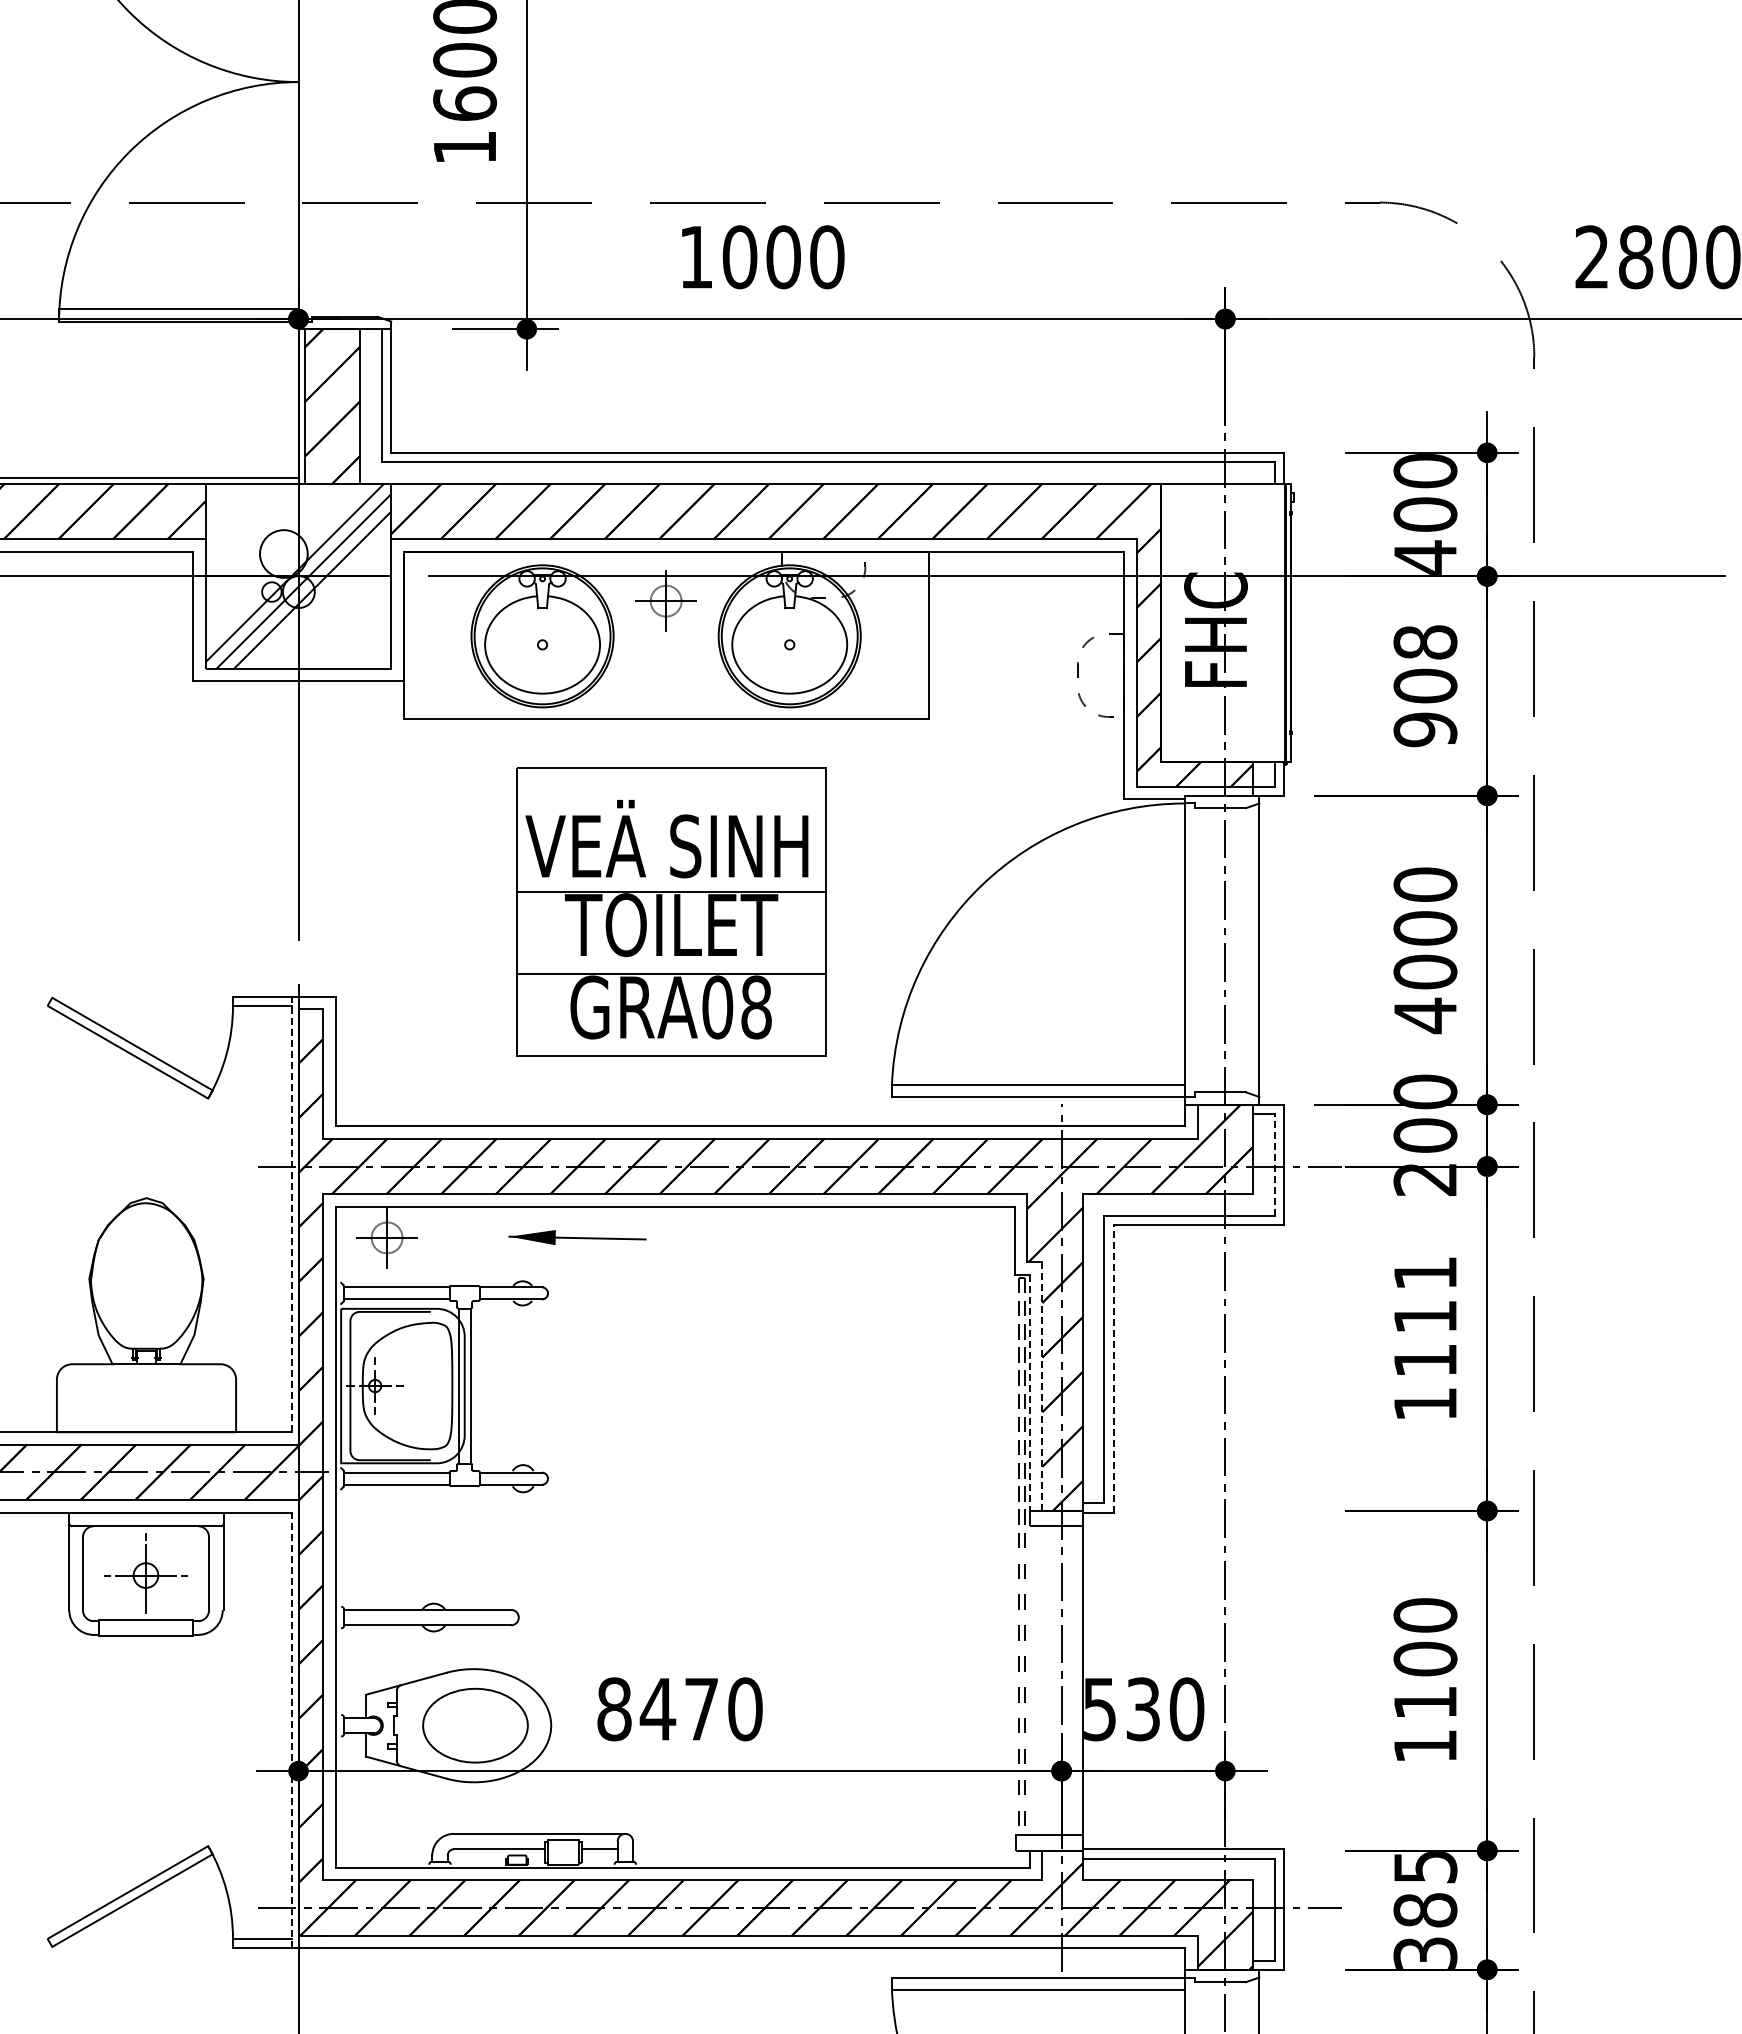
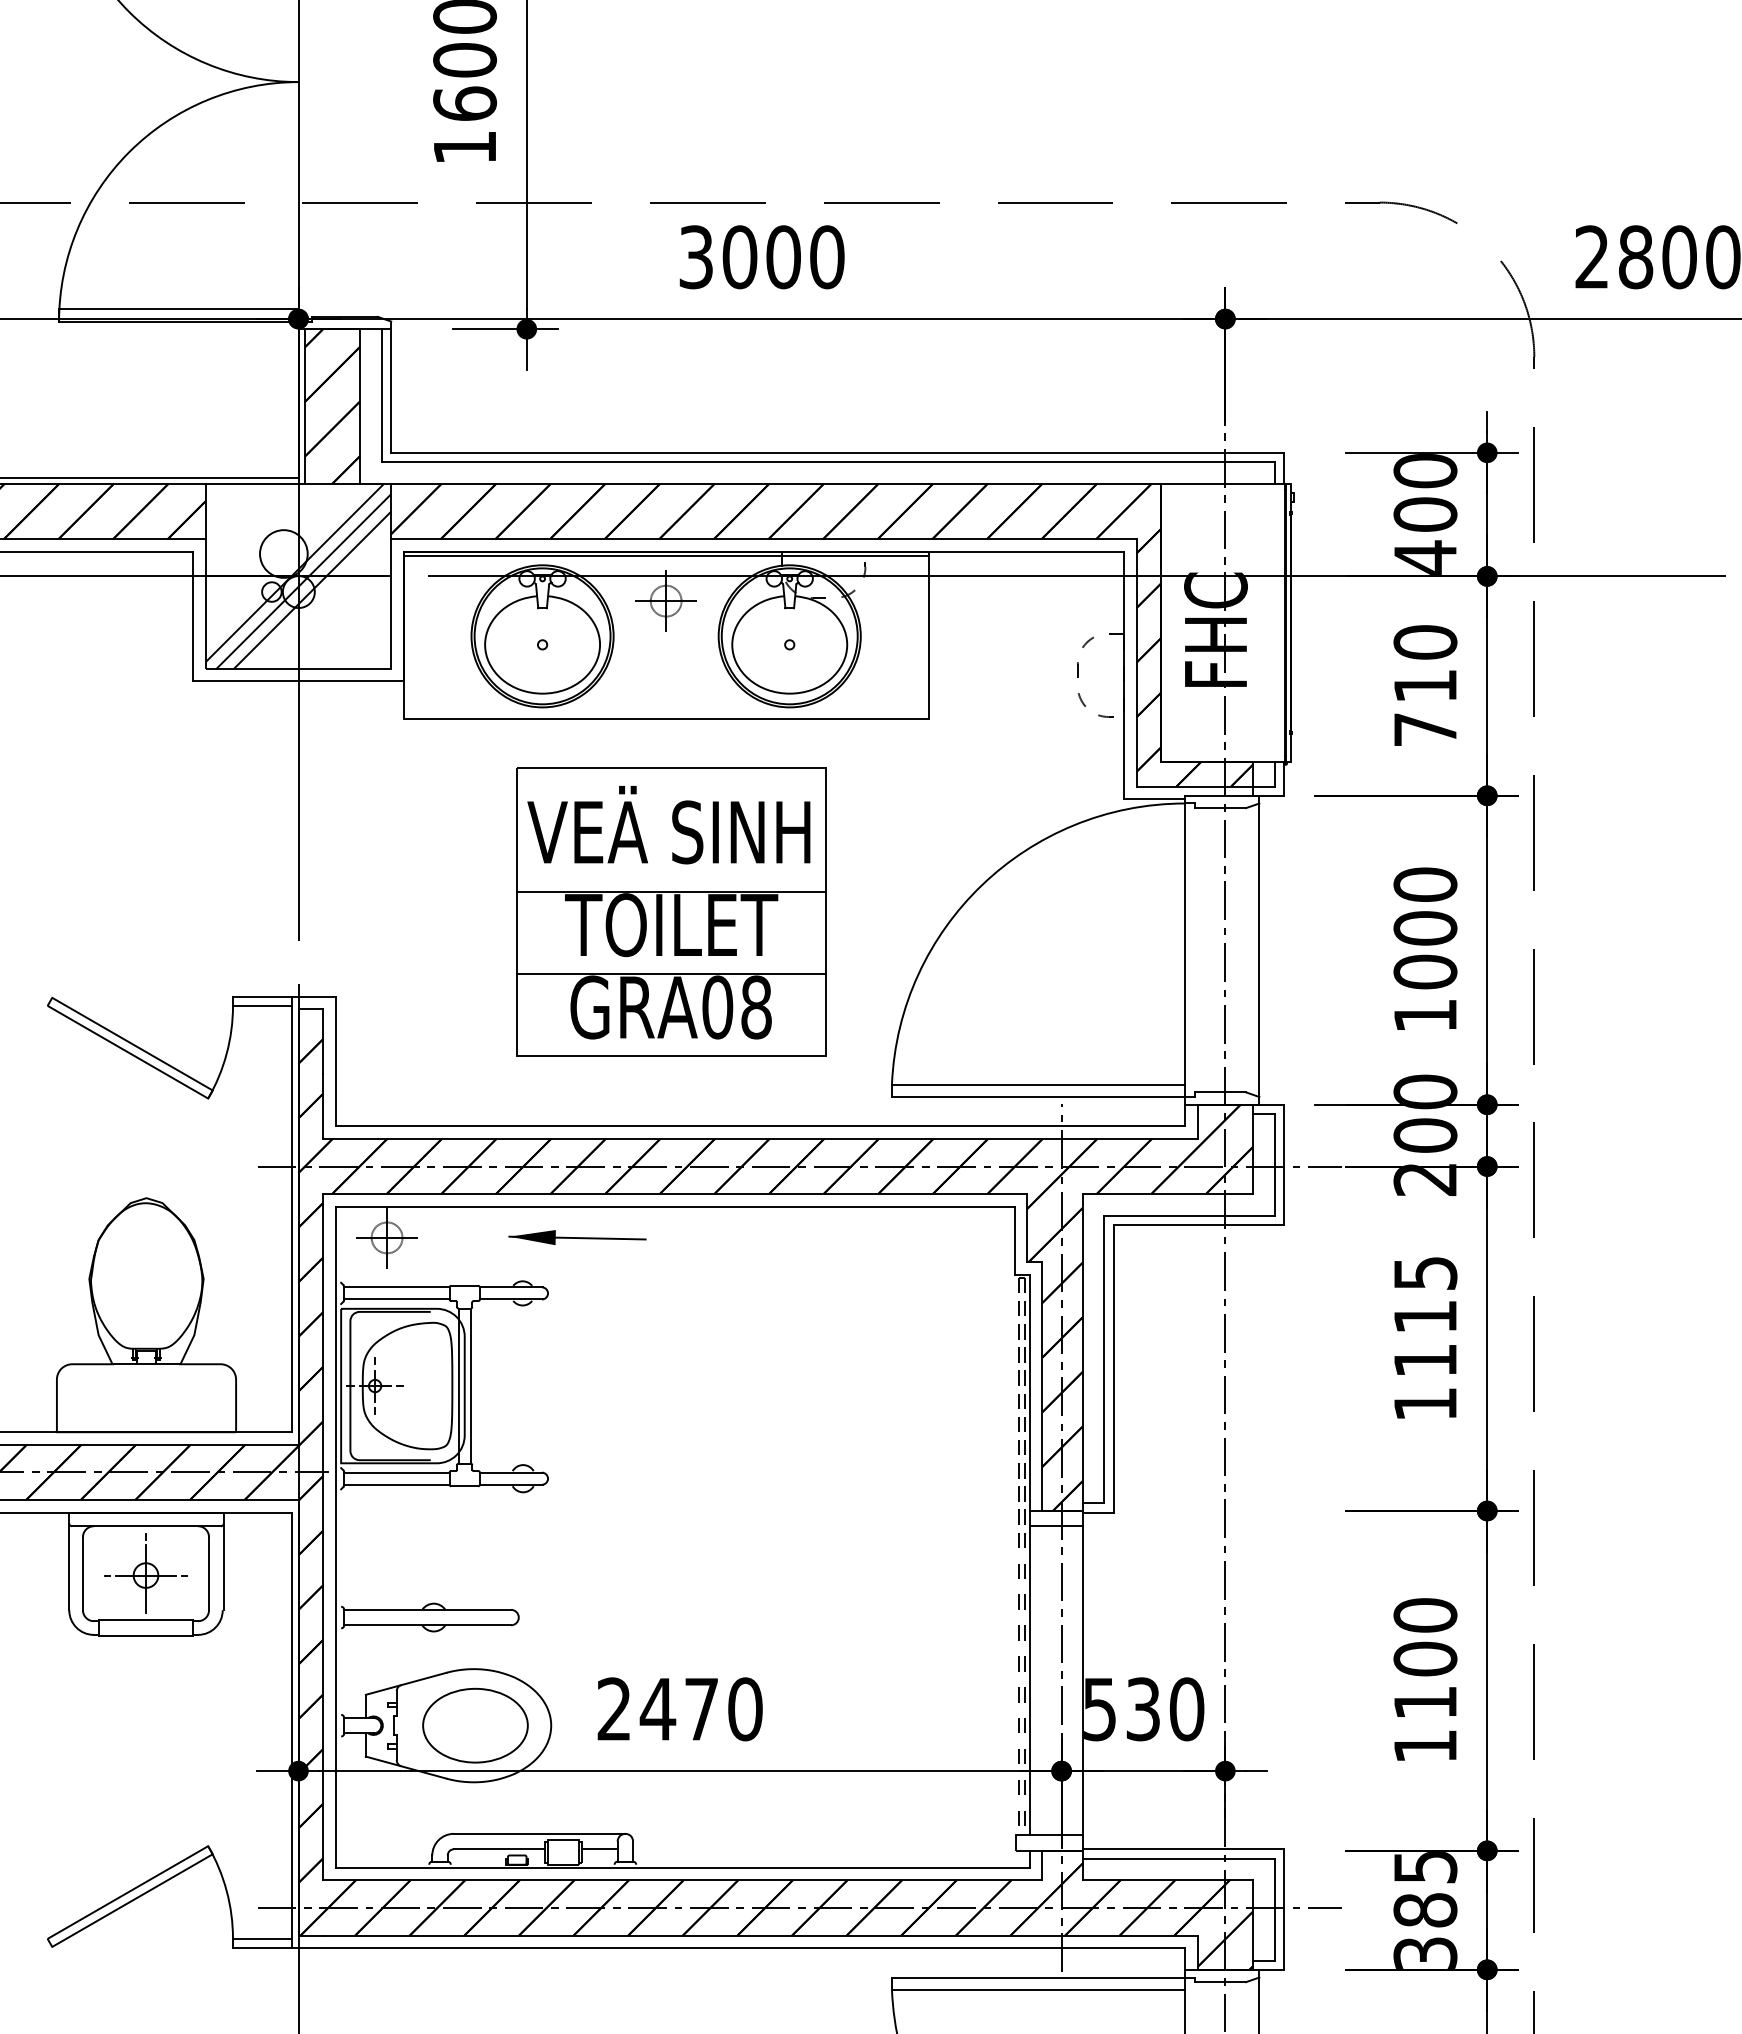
text at (695, 257): 1000 -> 3000
line at (665, 556): none -> present
text at (1425, 686): 908 -> 710
text at (666, 839) position: (666, 839) -> (668, 825)
text at (1425, 1015): 4000 -> 1000
line at (1274, 1164): dashed -> solid
line at (291, 1214): dashed -> solid
text at (1425, 1273): 1111 -> 1115
line at (1113, 1368): dashed -> solid
line at (1042, 1387): dashed -> solid
line at (1030, 1393): dashed -> solid
line at (1030, 1680): none -> present
text at (614, 1709): 8470 -> 2470
line at (291, 1730): dashed -> solid
